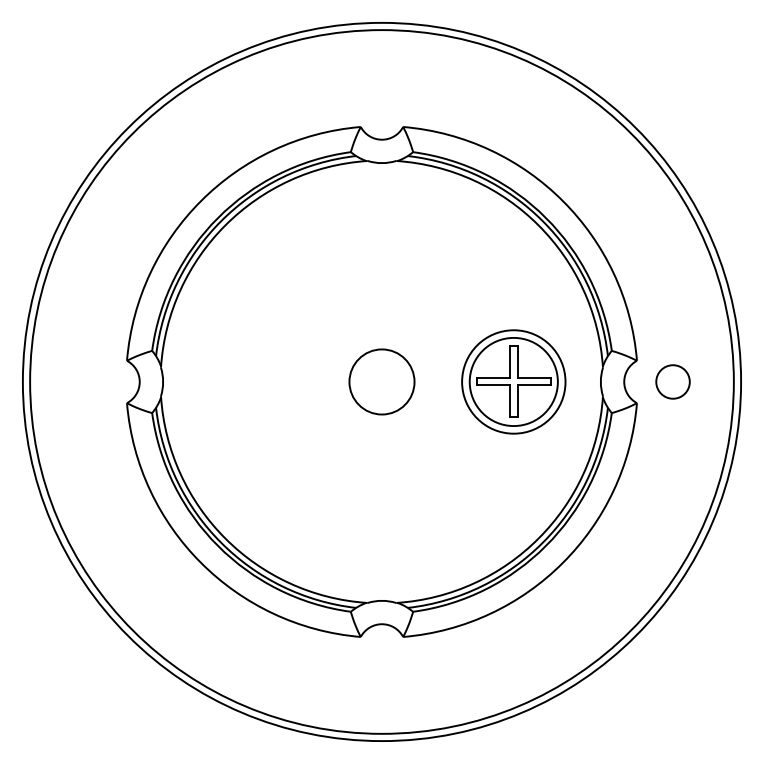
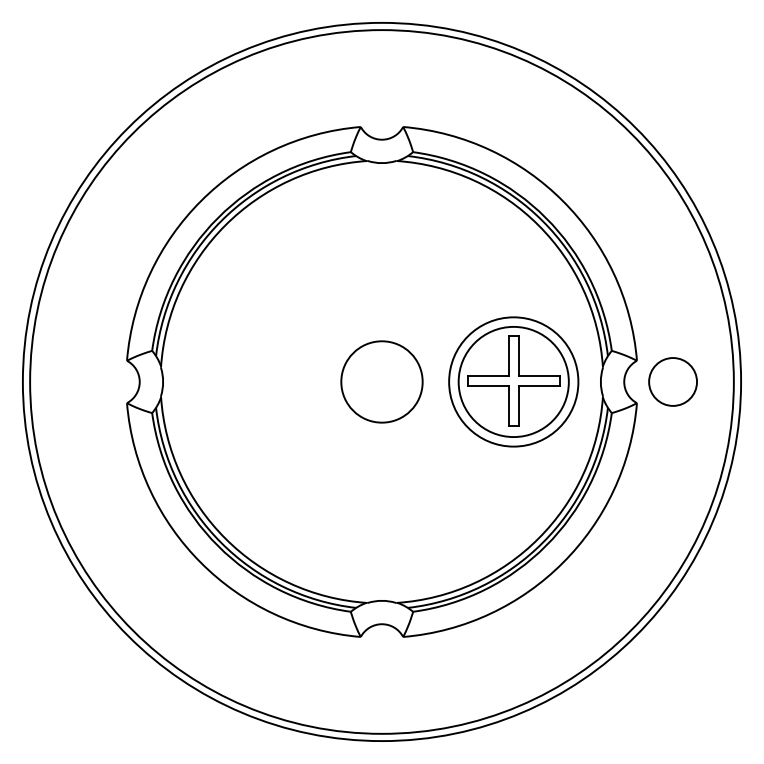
circle at (381, 381) diameter: 65 px -> 81 px
part at (513, 381) size: 106x106 px -> 132x132 px
circle at (672, 381) size: 36x36 px -> 50x50 px
